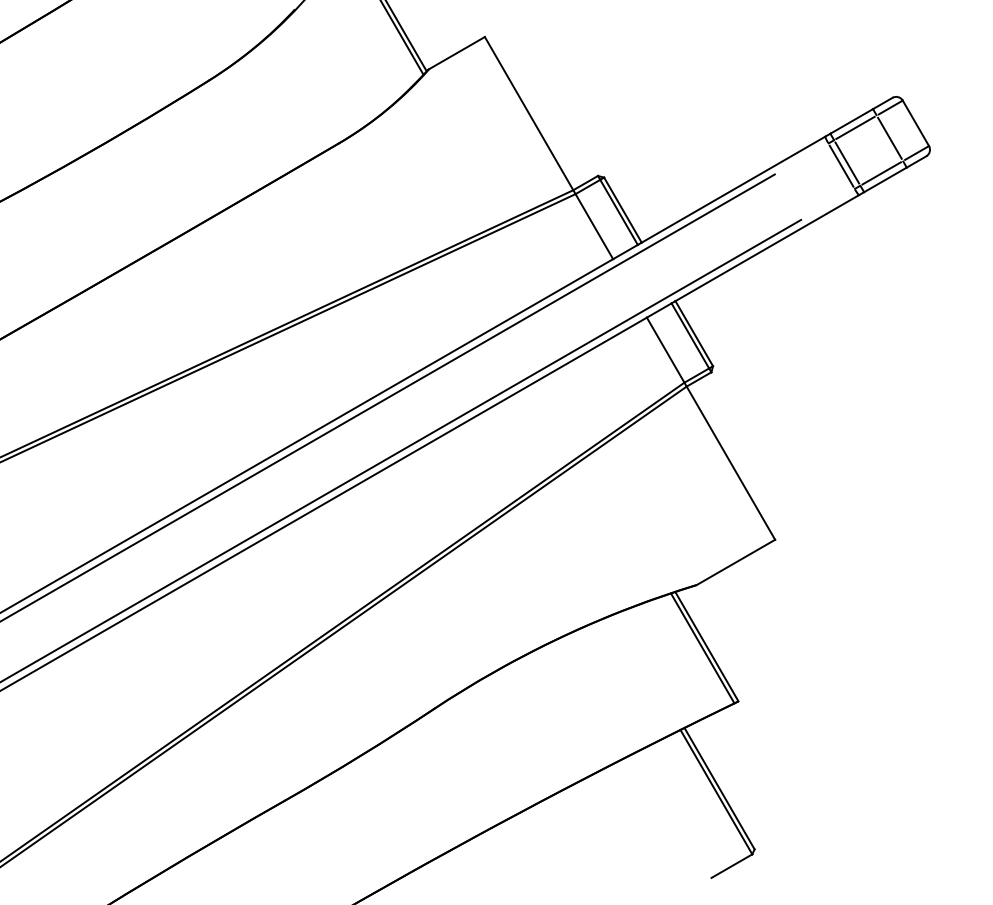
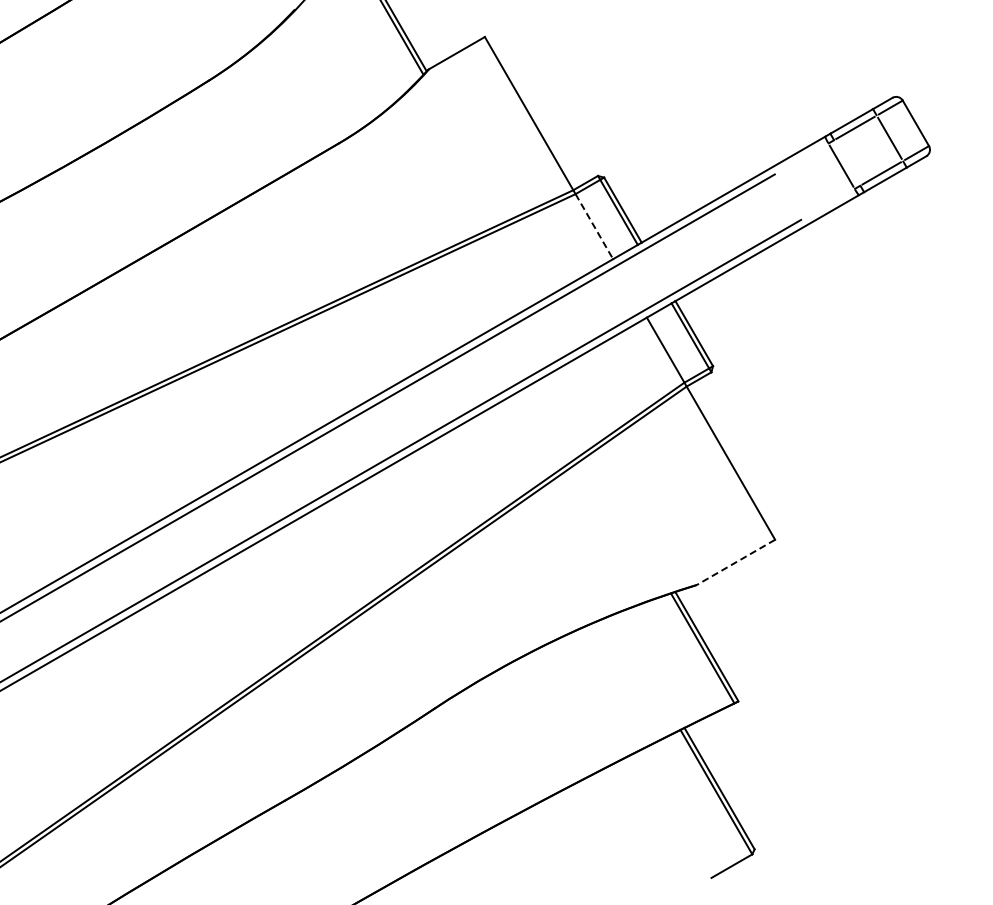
line at (847, 162): present -> none
line at (594, 226): solid -> dashed
line at (735, 562): solid -> dashed
